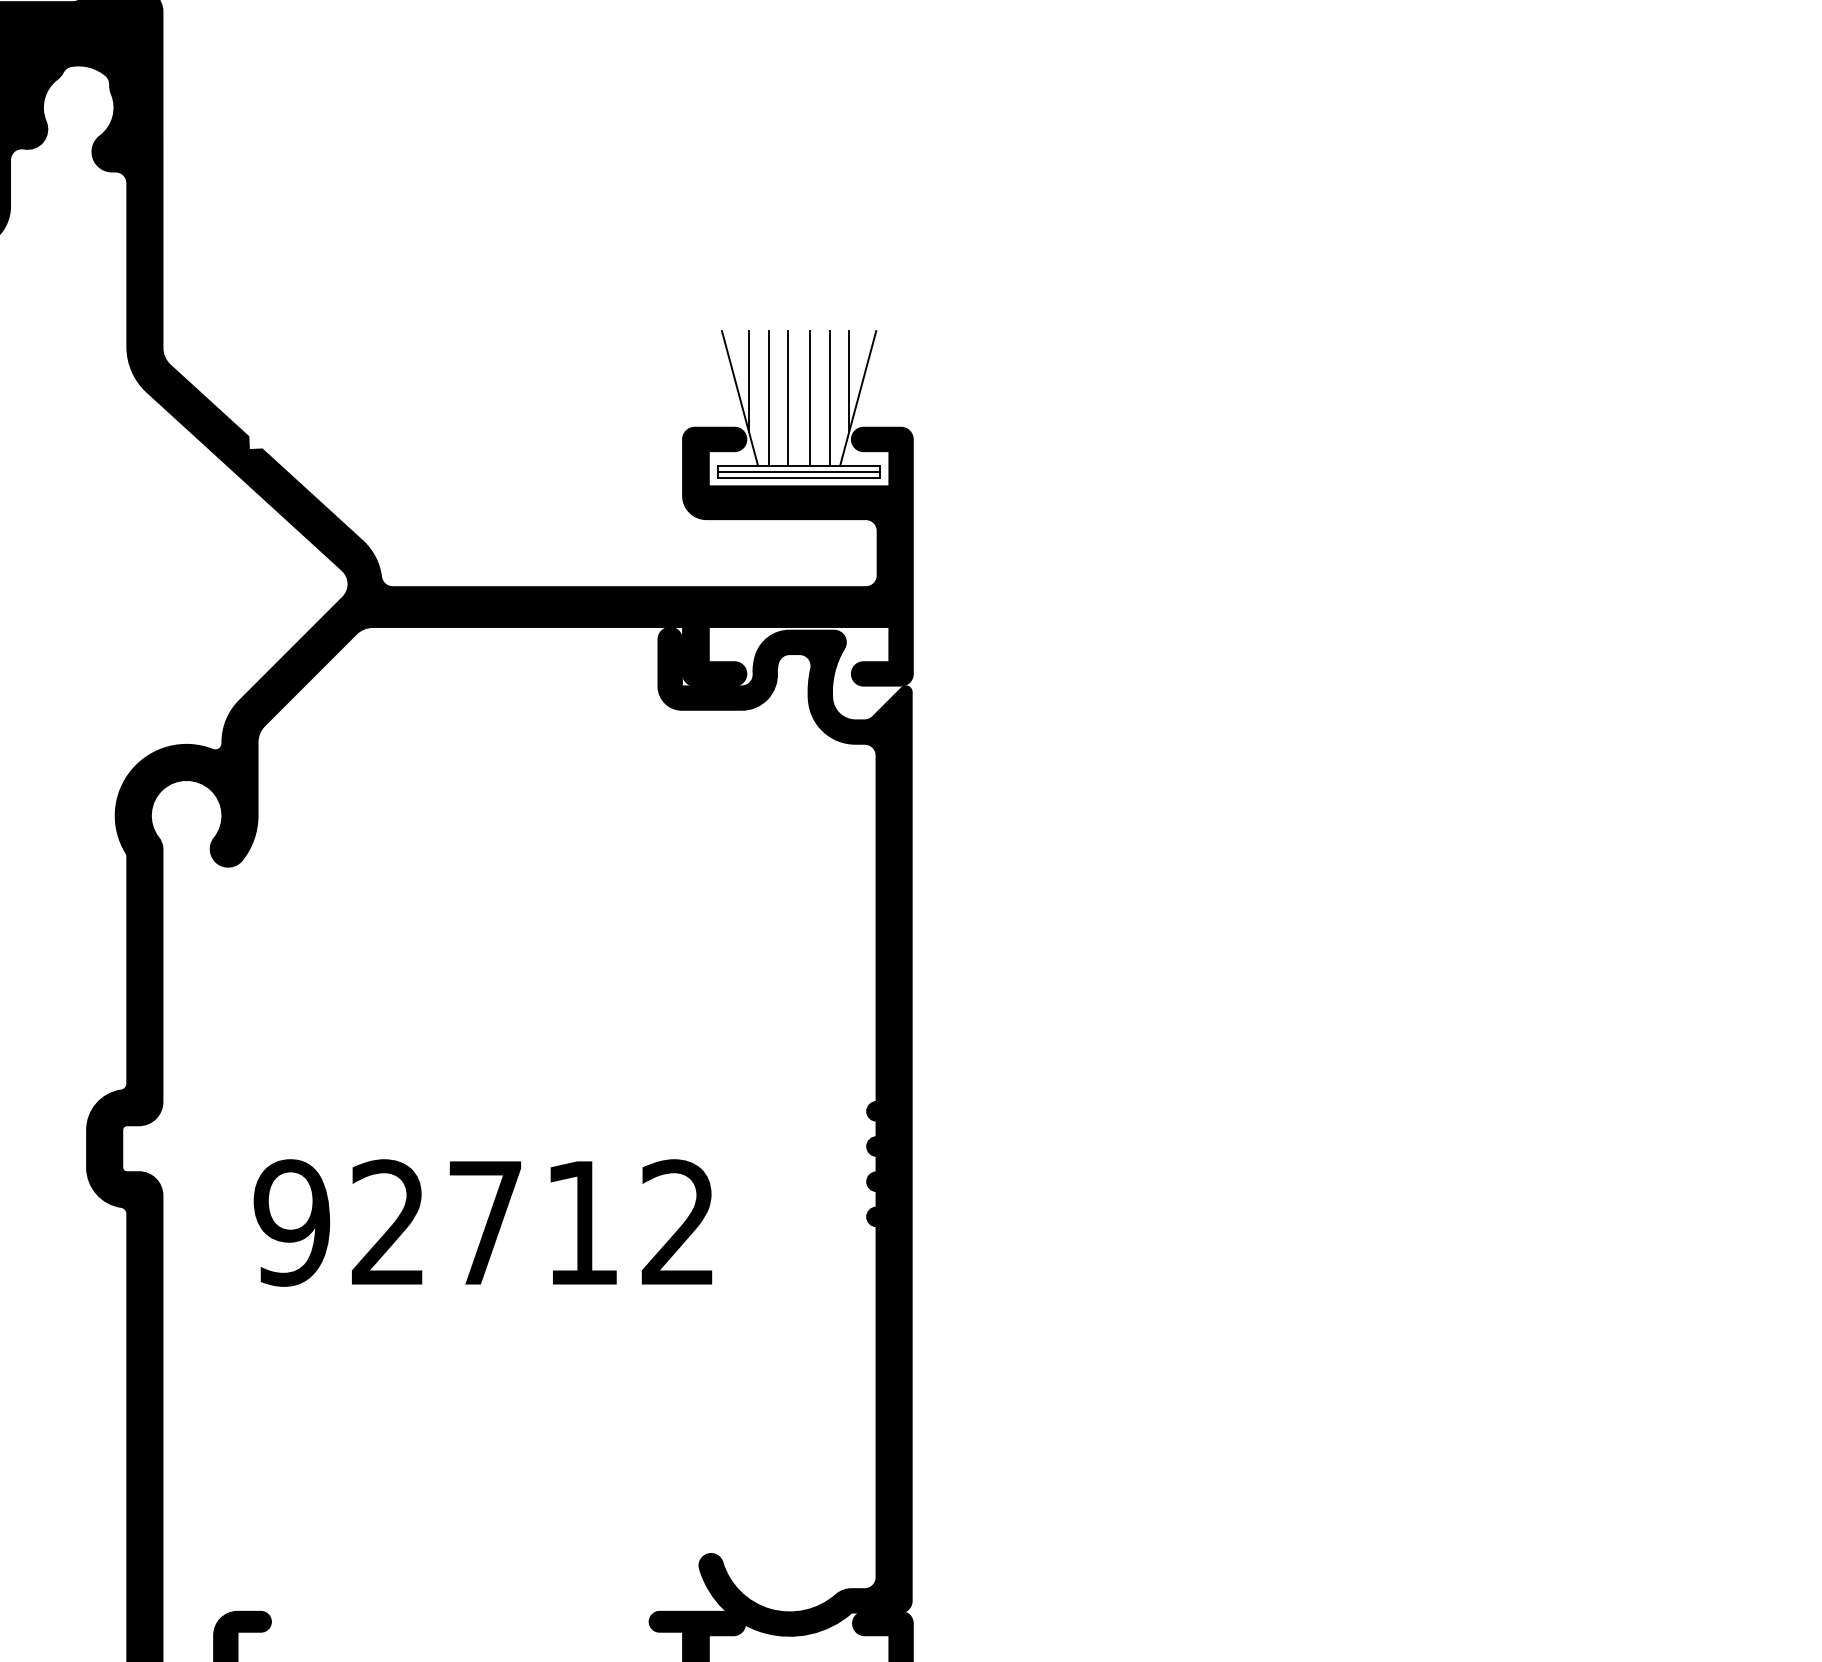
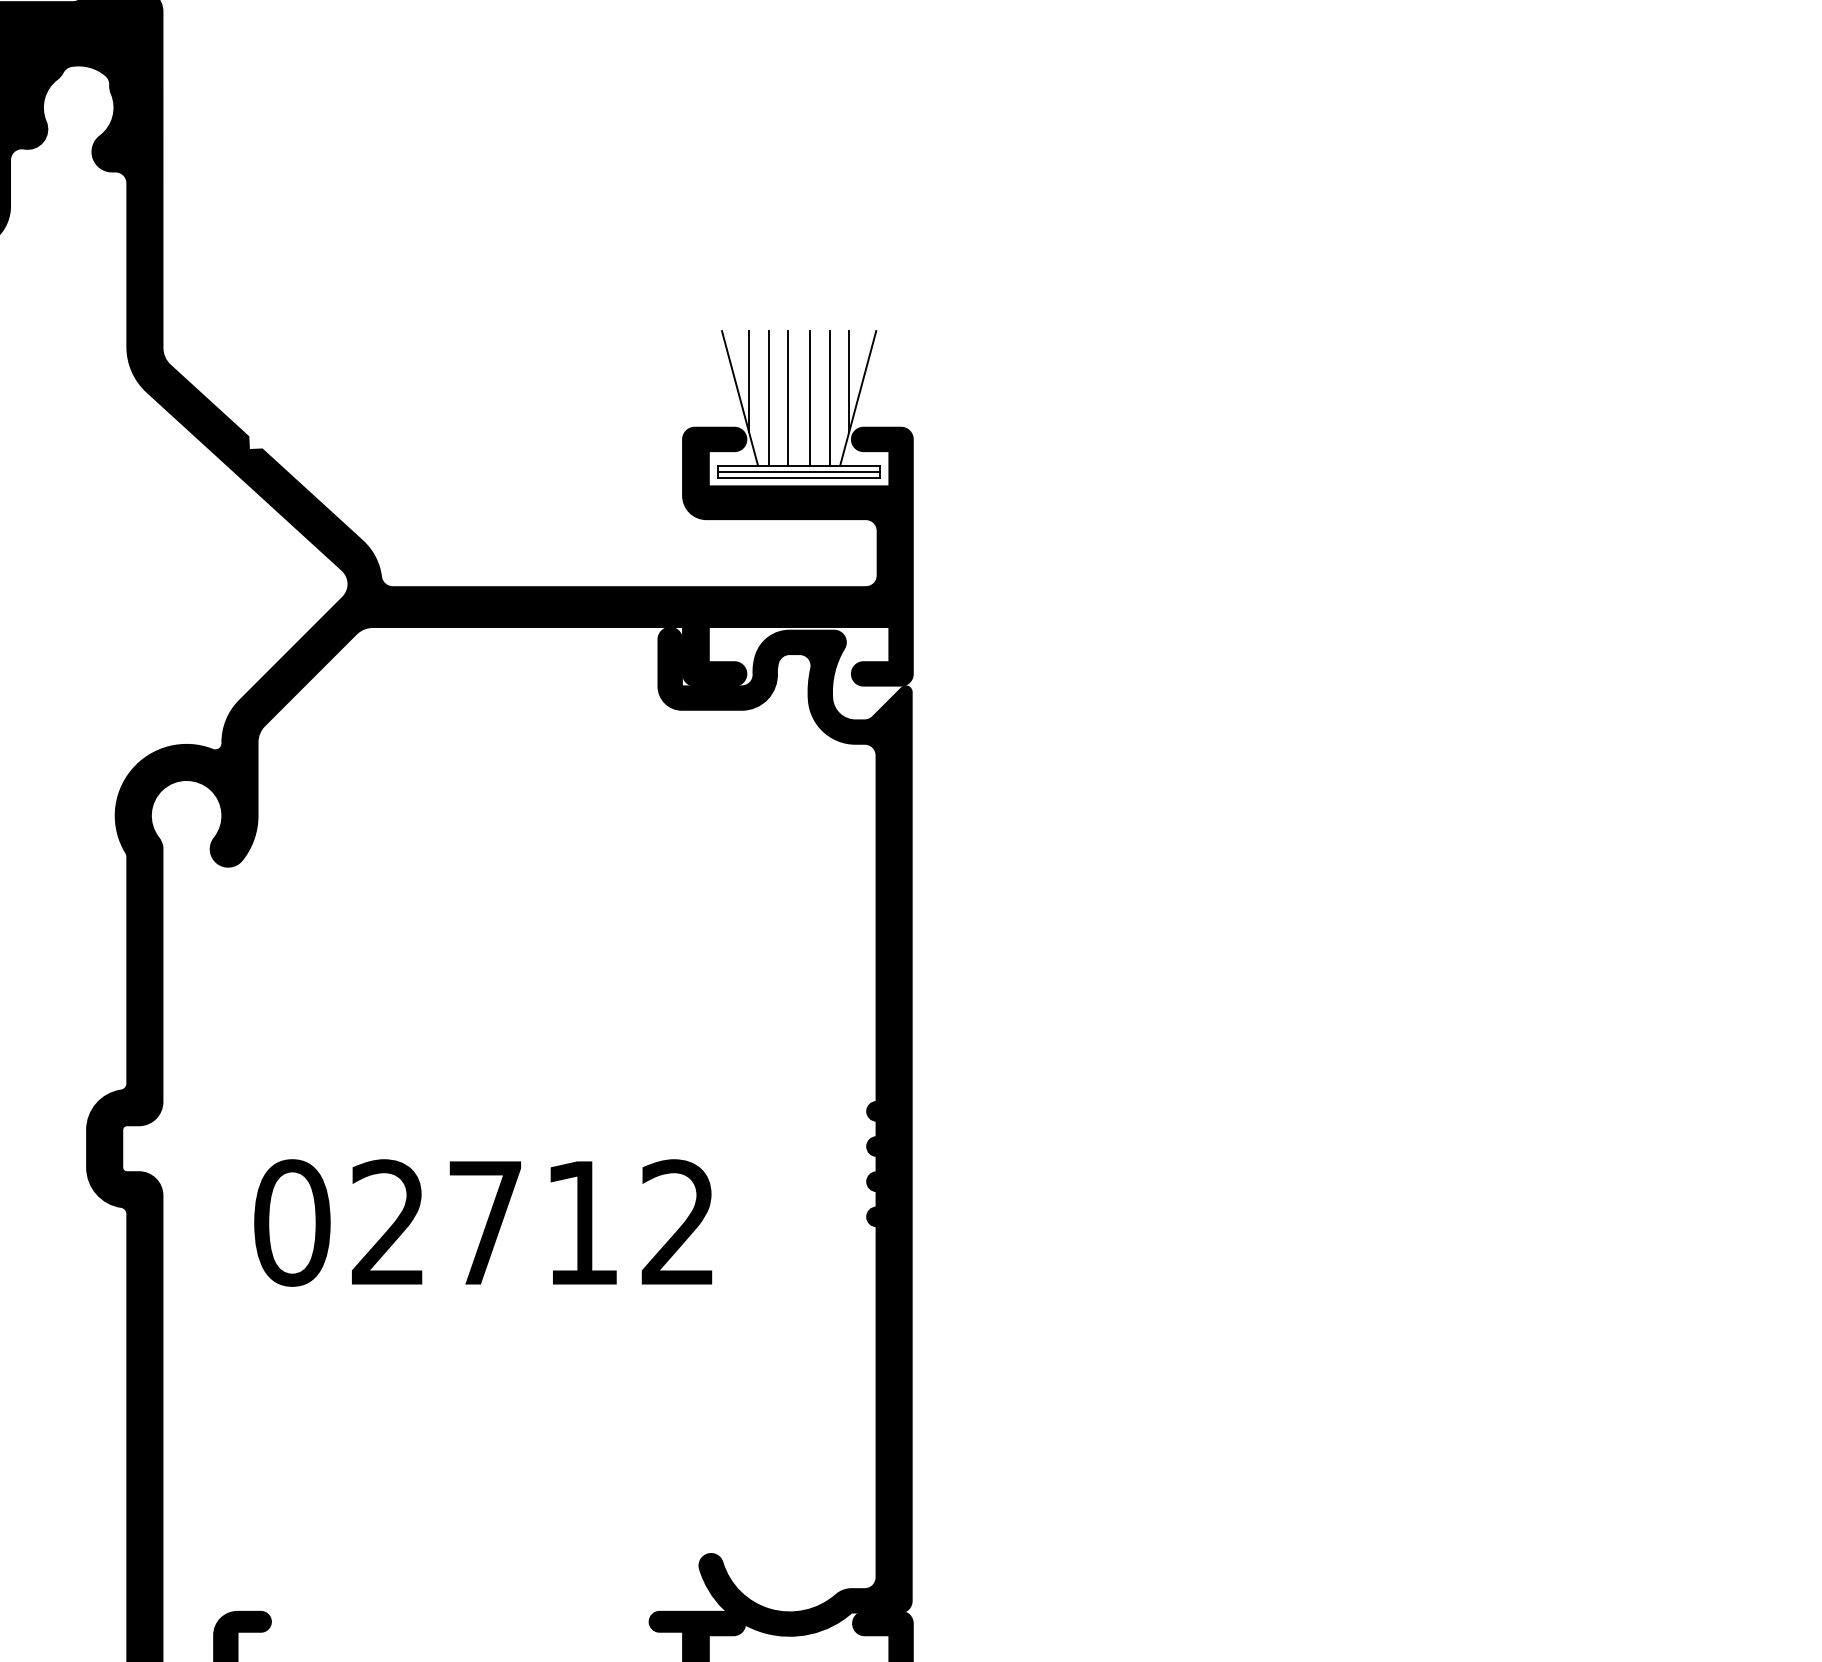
text at (291, 1222): 92712 -> 02712
